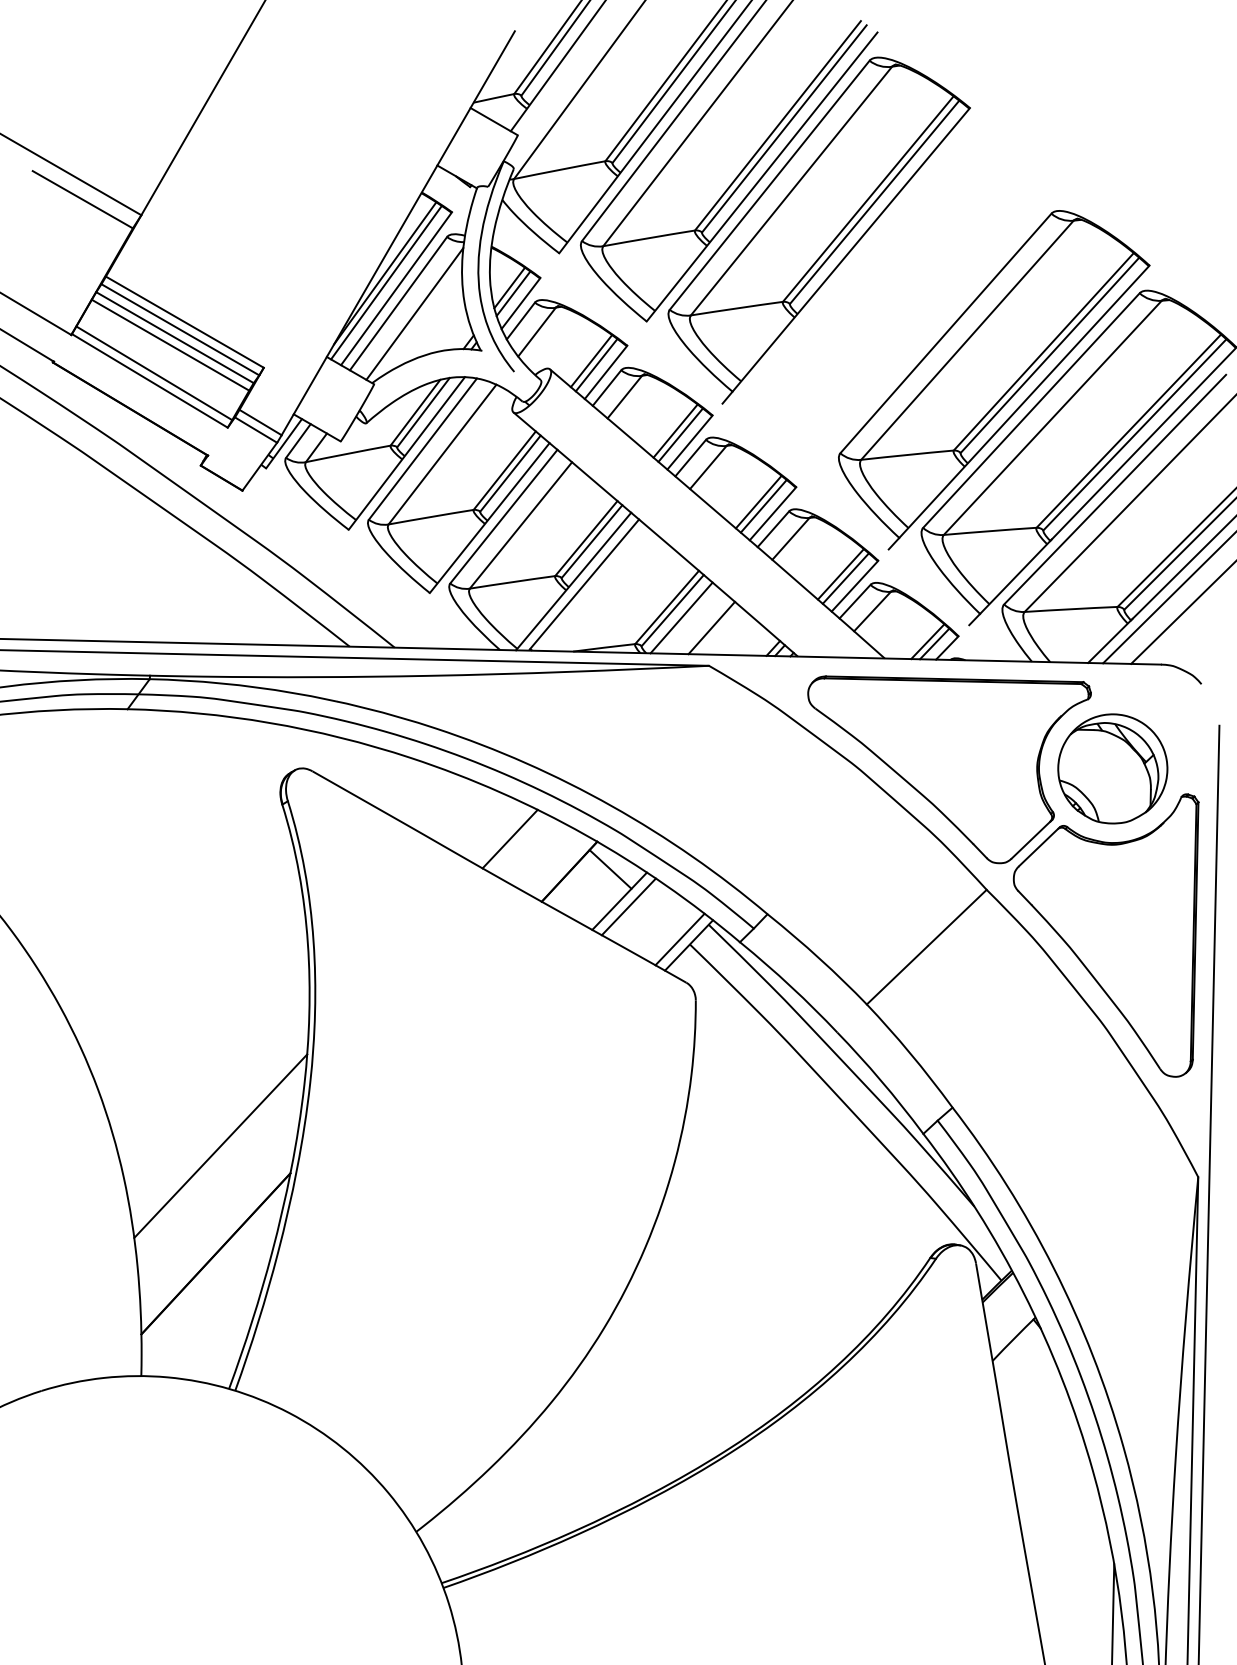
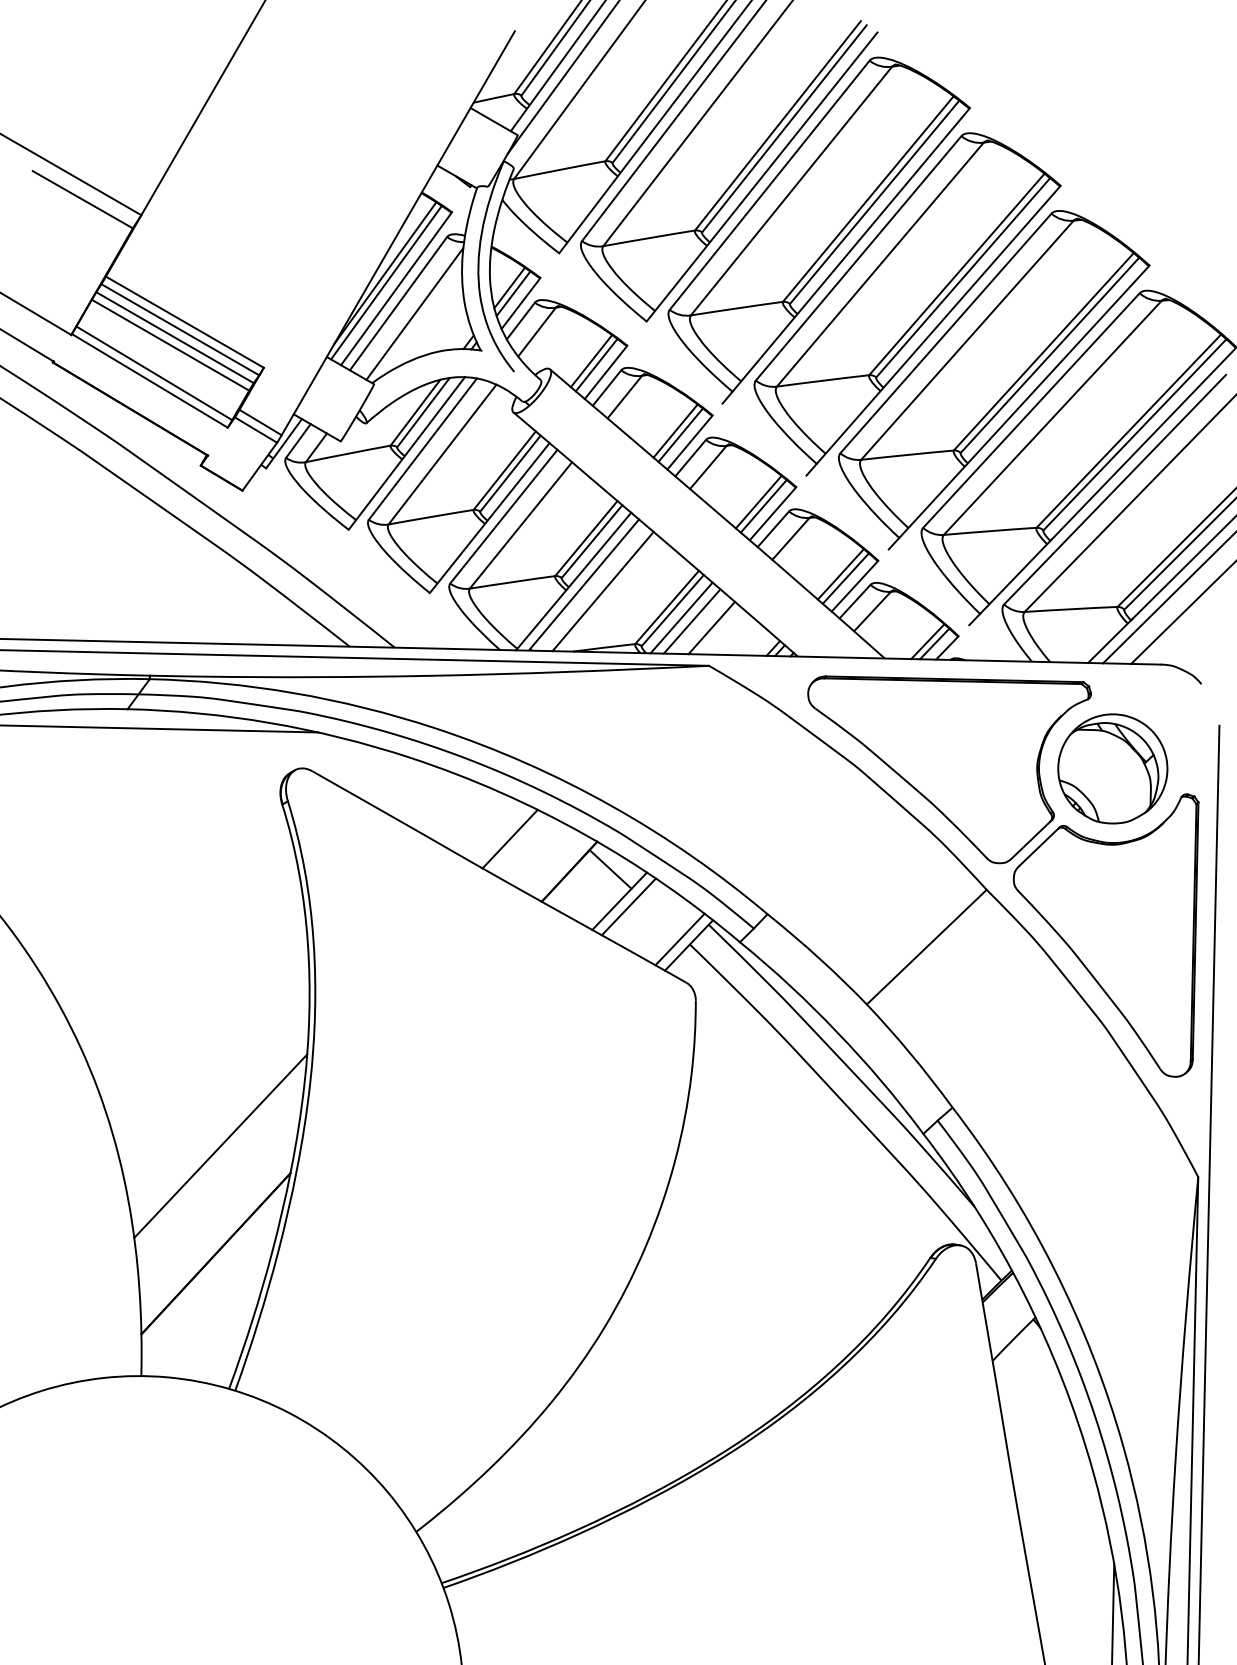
line at (562, 77): none -> present
part at (907, 304): none -> present
line at (602, 591): none -> present
line at (691, 621): none -> present
line at (160, 728): none -> present
